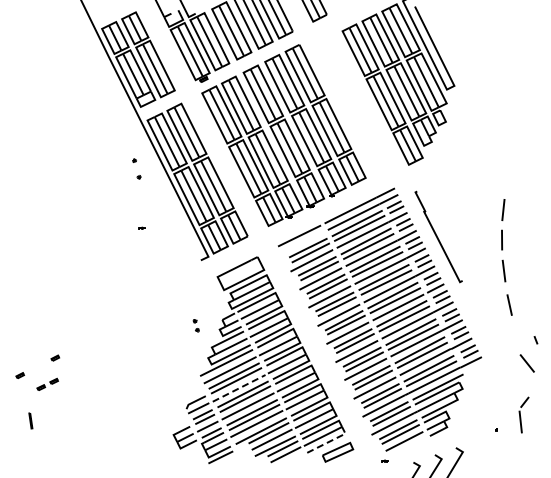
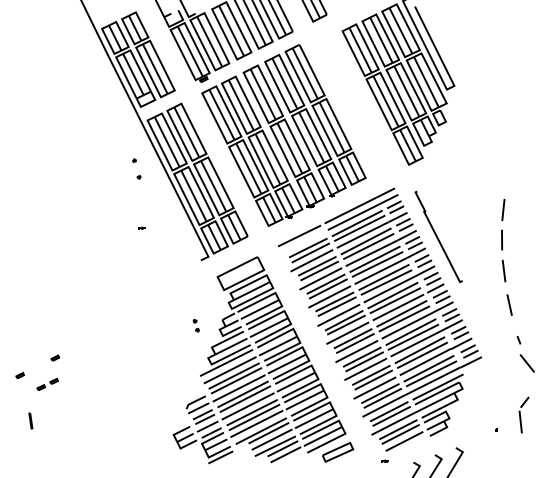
line at (535, 340) position: (535, 340) -> (518, 340)
line at (239, 387): dashed -> solid
line at (330, 441): dashed -> solid
